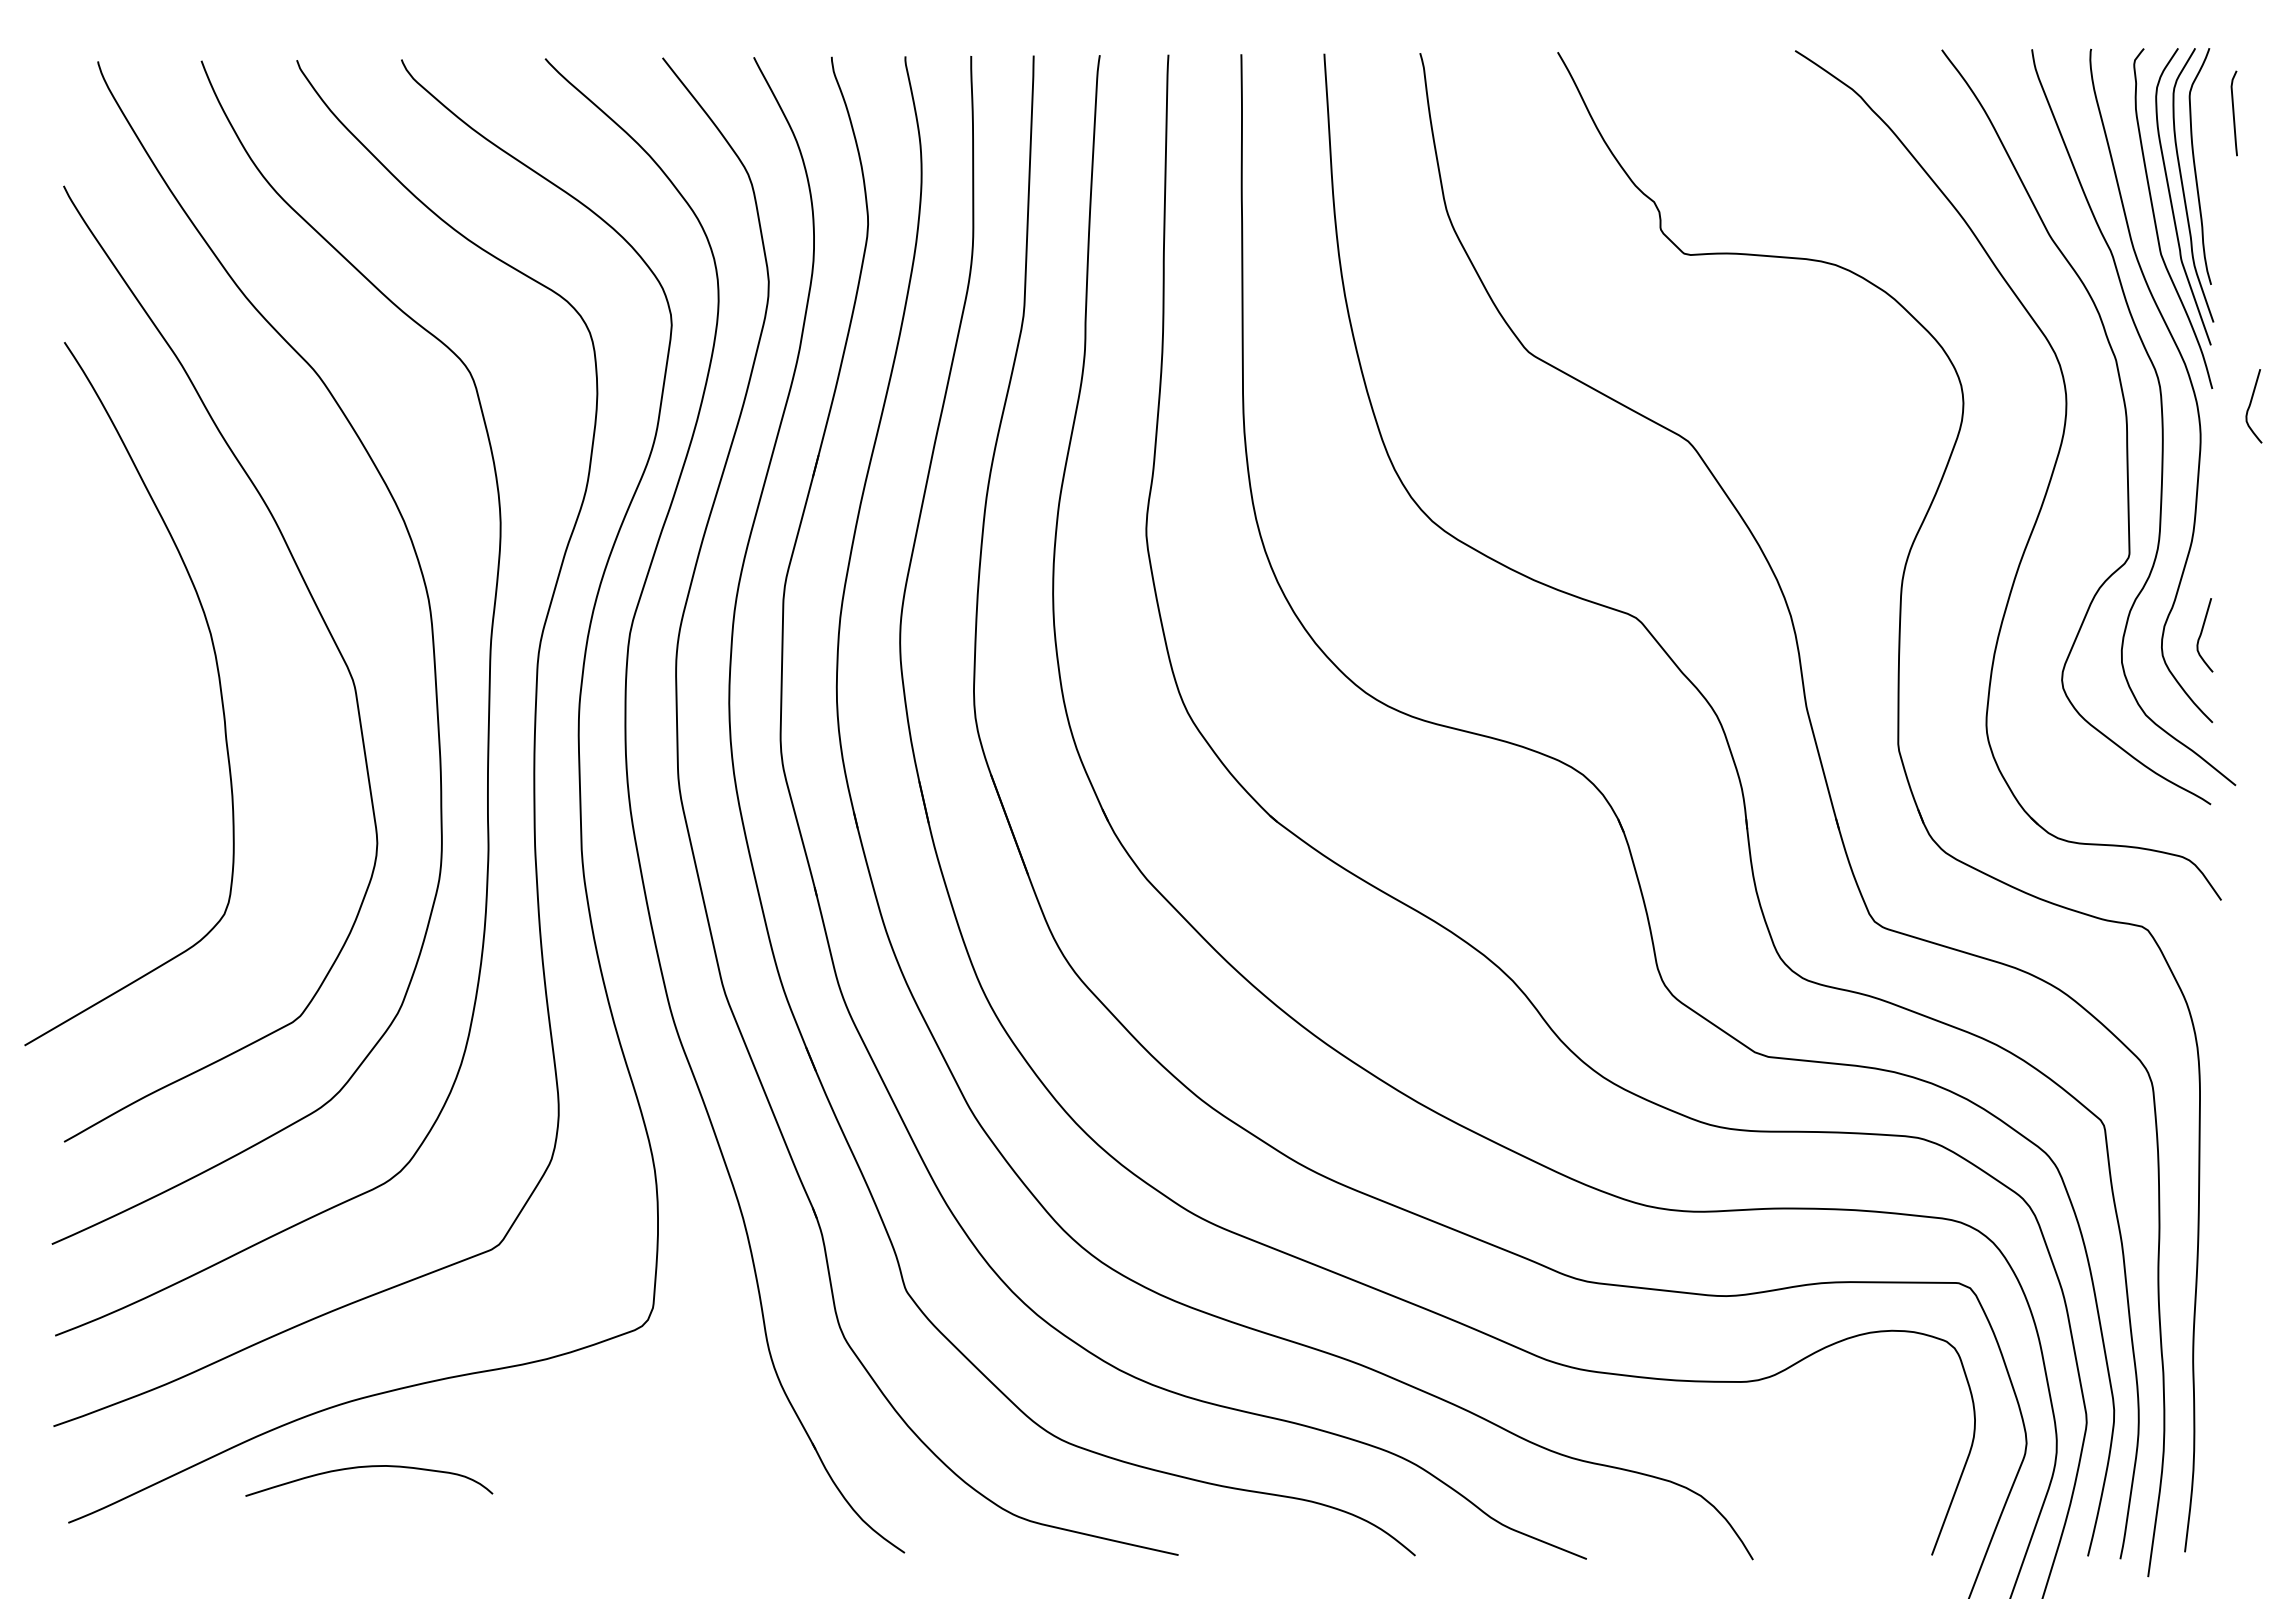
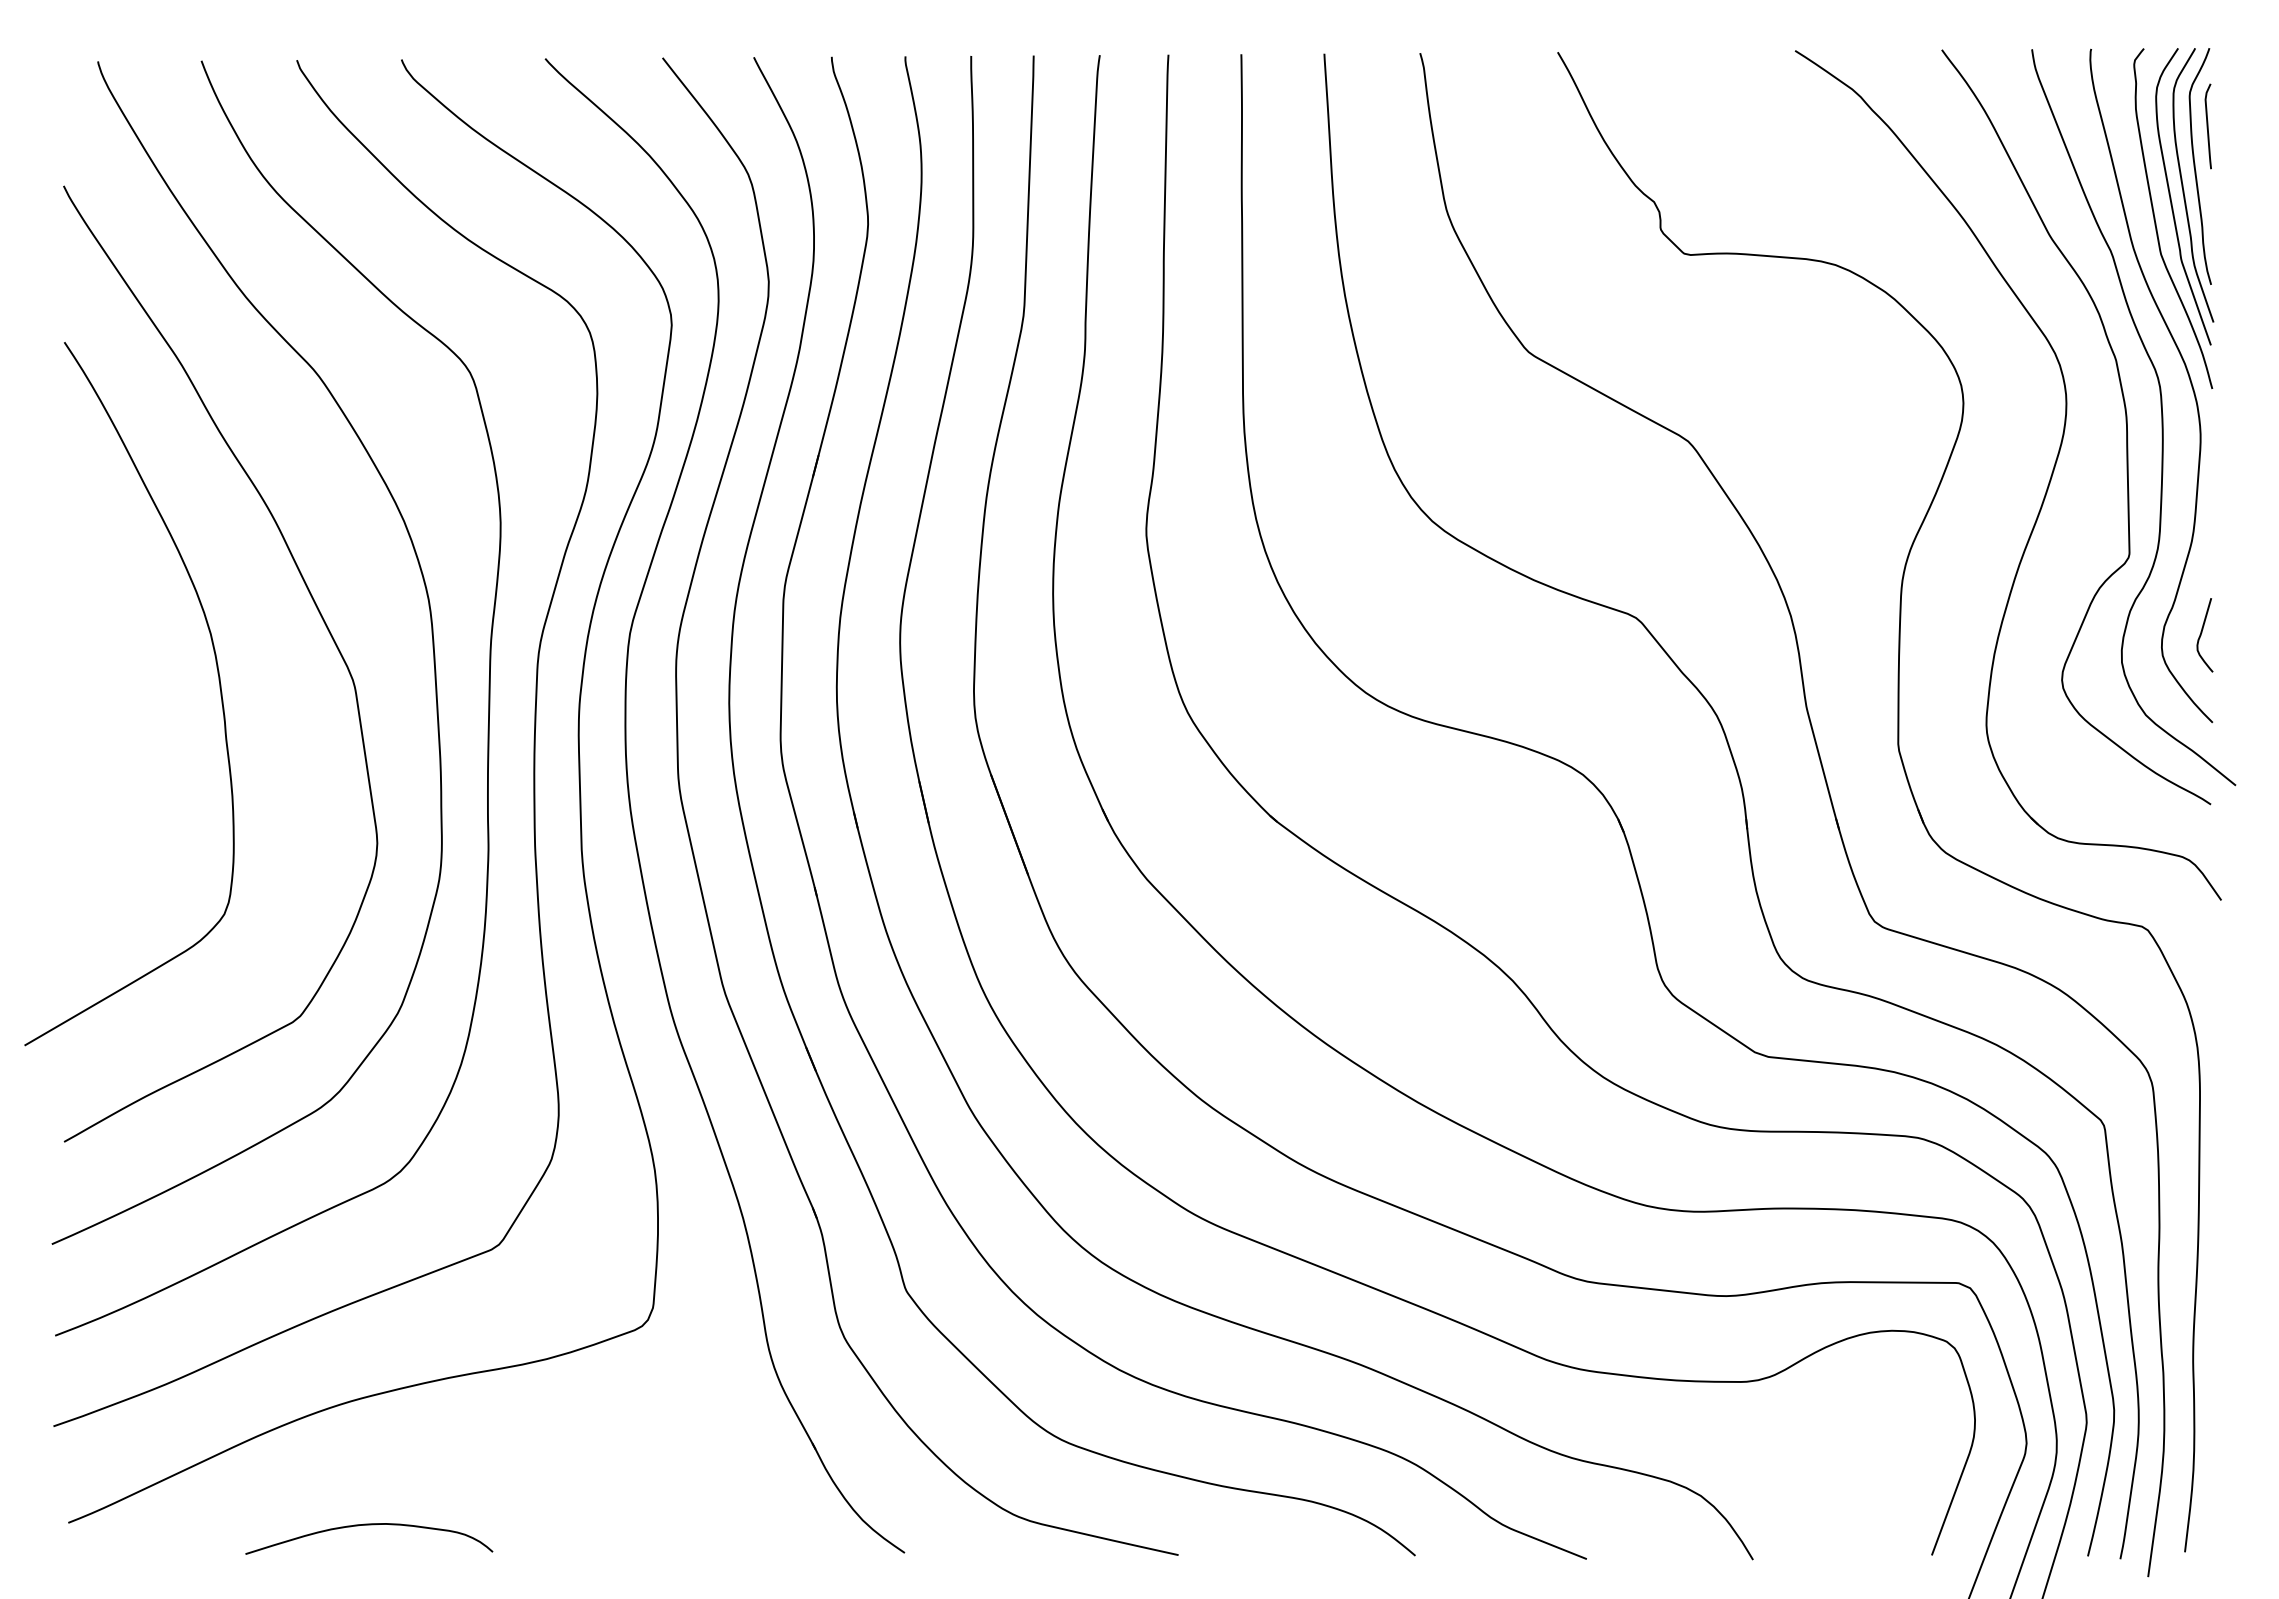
curve at (2233, 113) position: (2233, 113) -> (2207, 126)
curve at (2250, 406): present -> none
curve at (369, 1467) position: (369, 1467) -> (369, 1525)
